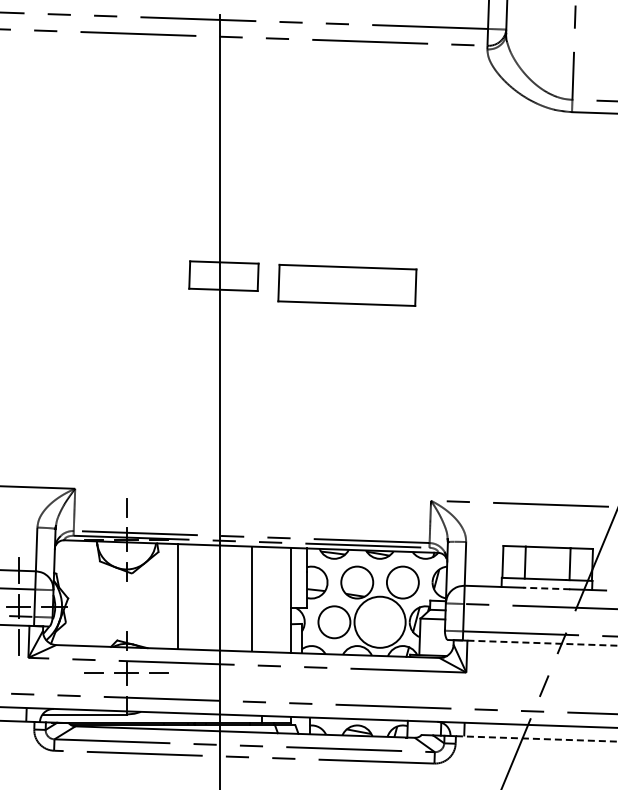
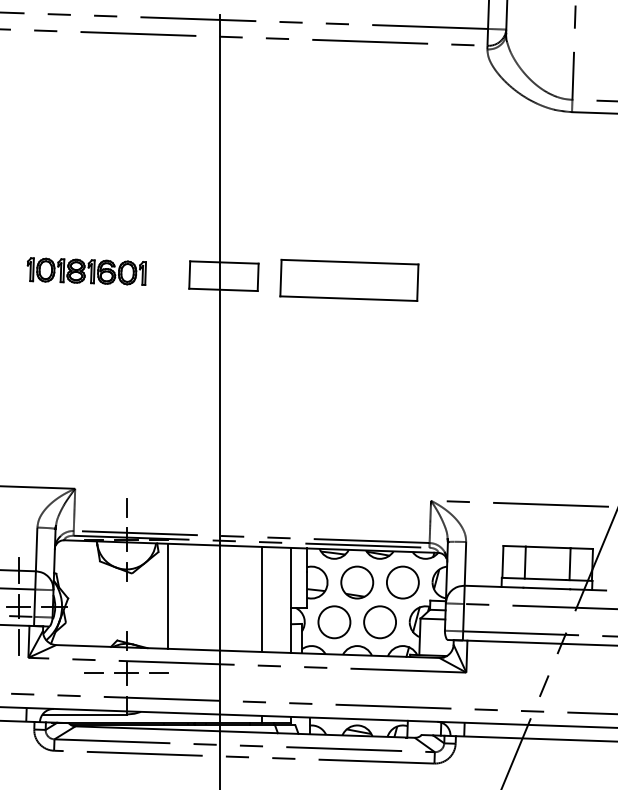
part at (86, 271): none -> present
part at (347, 284) position: (347, 284) -> (349, 279)
line at (546, 588): dashed -> solid
line at (177, 595) position: (177, 595) -> (167, 595)
line at (252, 599) position: (252, 599) -> (262, 599)
circle at (379, 621) diameter: 51 px -> 32 px
line at (543, 643): dashed -> solid
line at (536, 738): dashed -> solid
